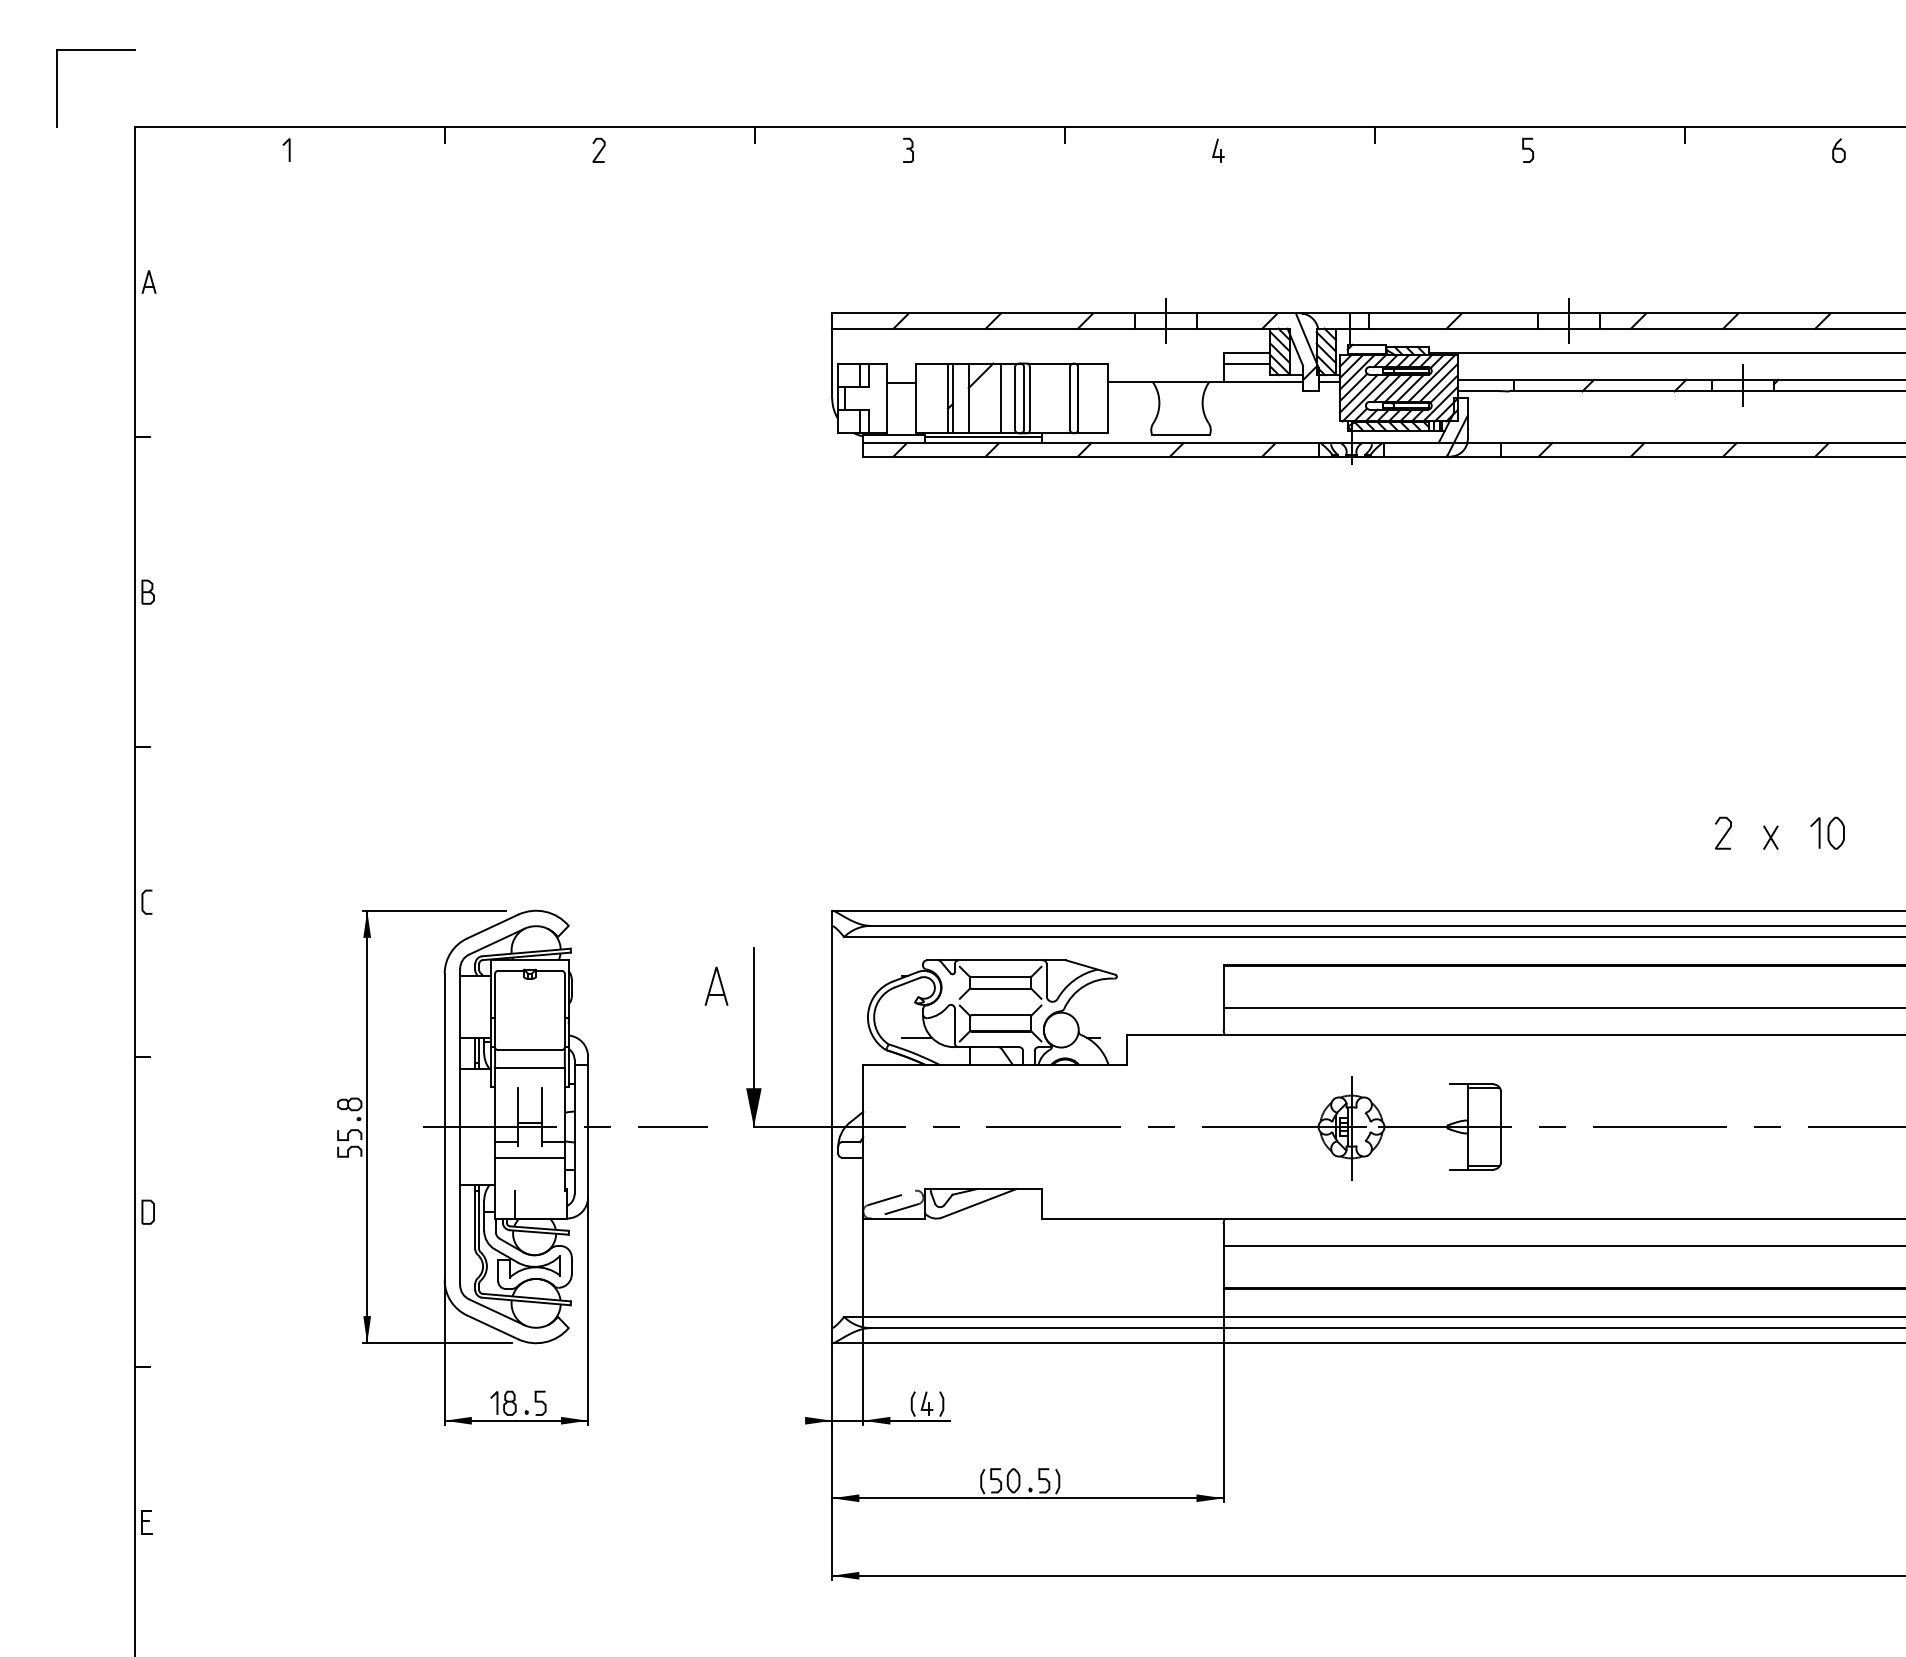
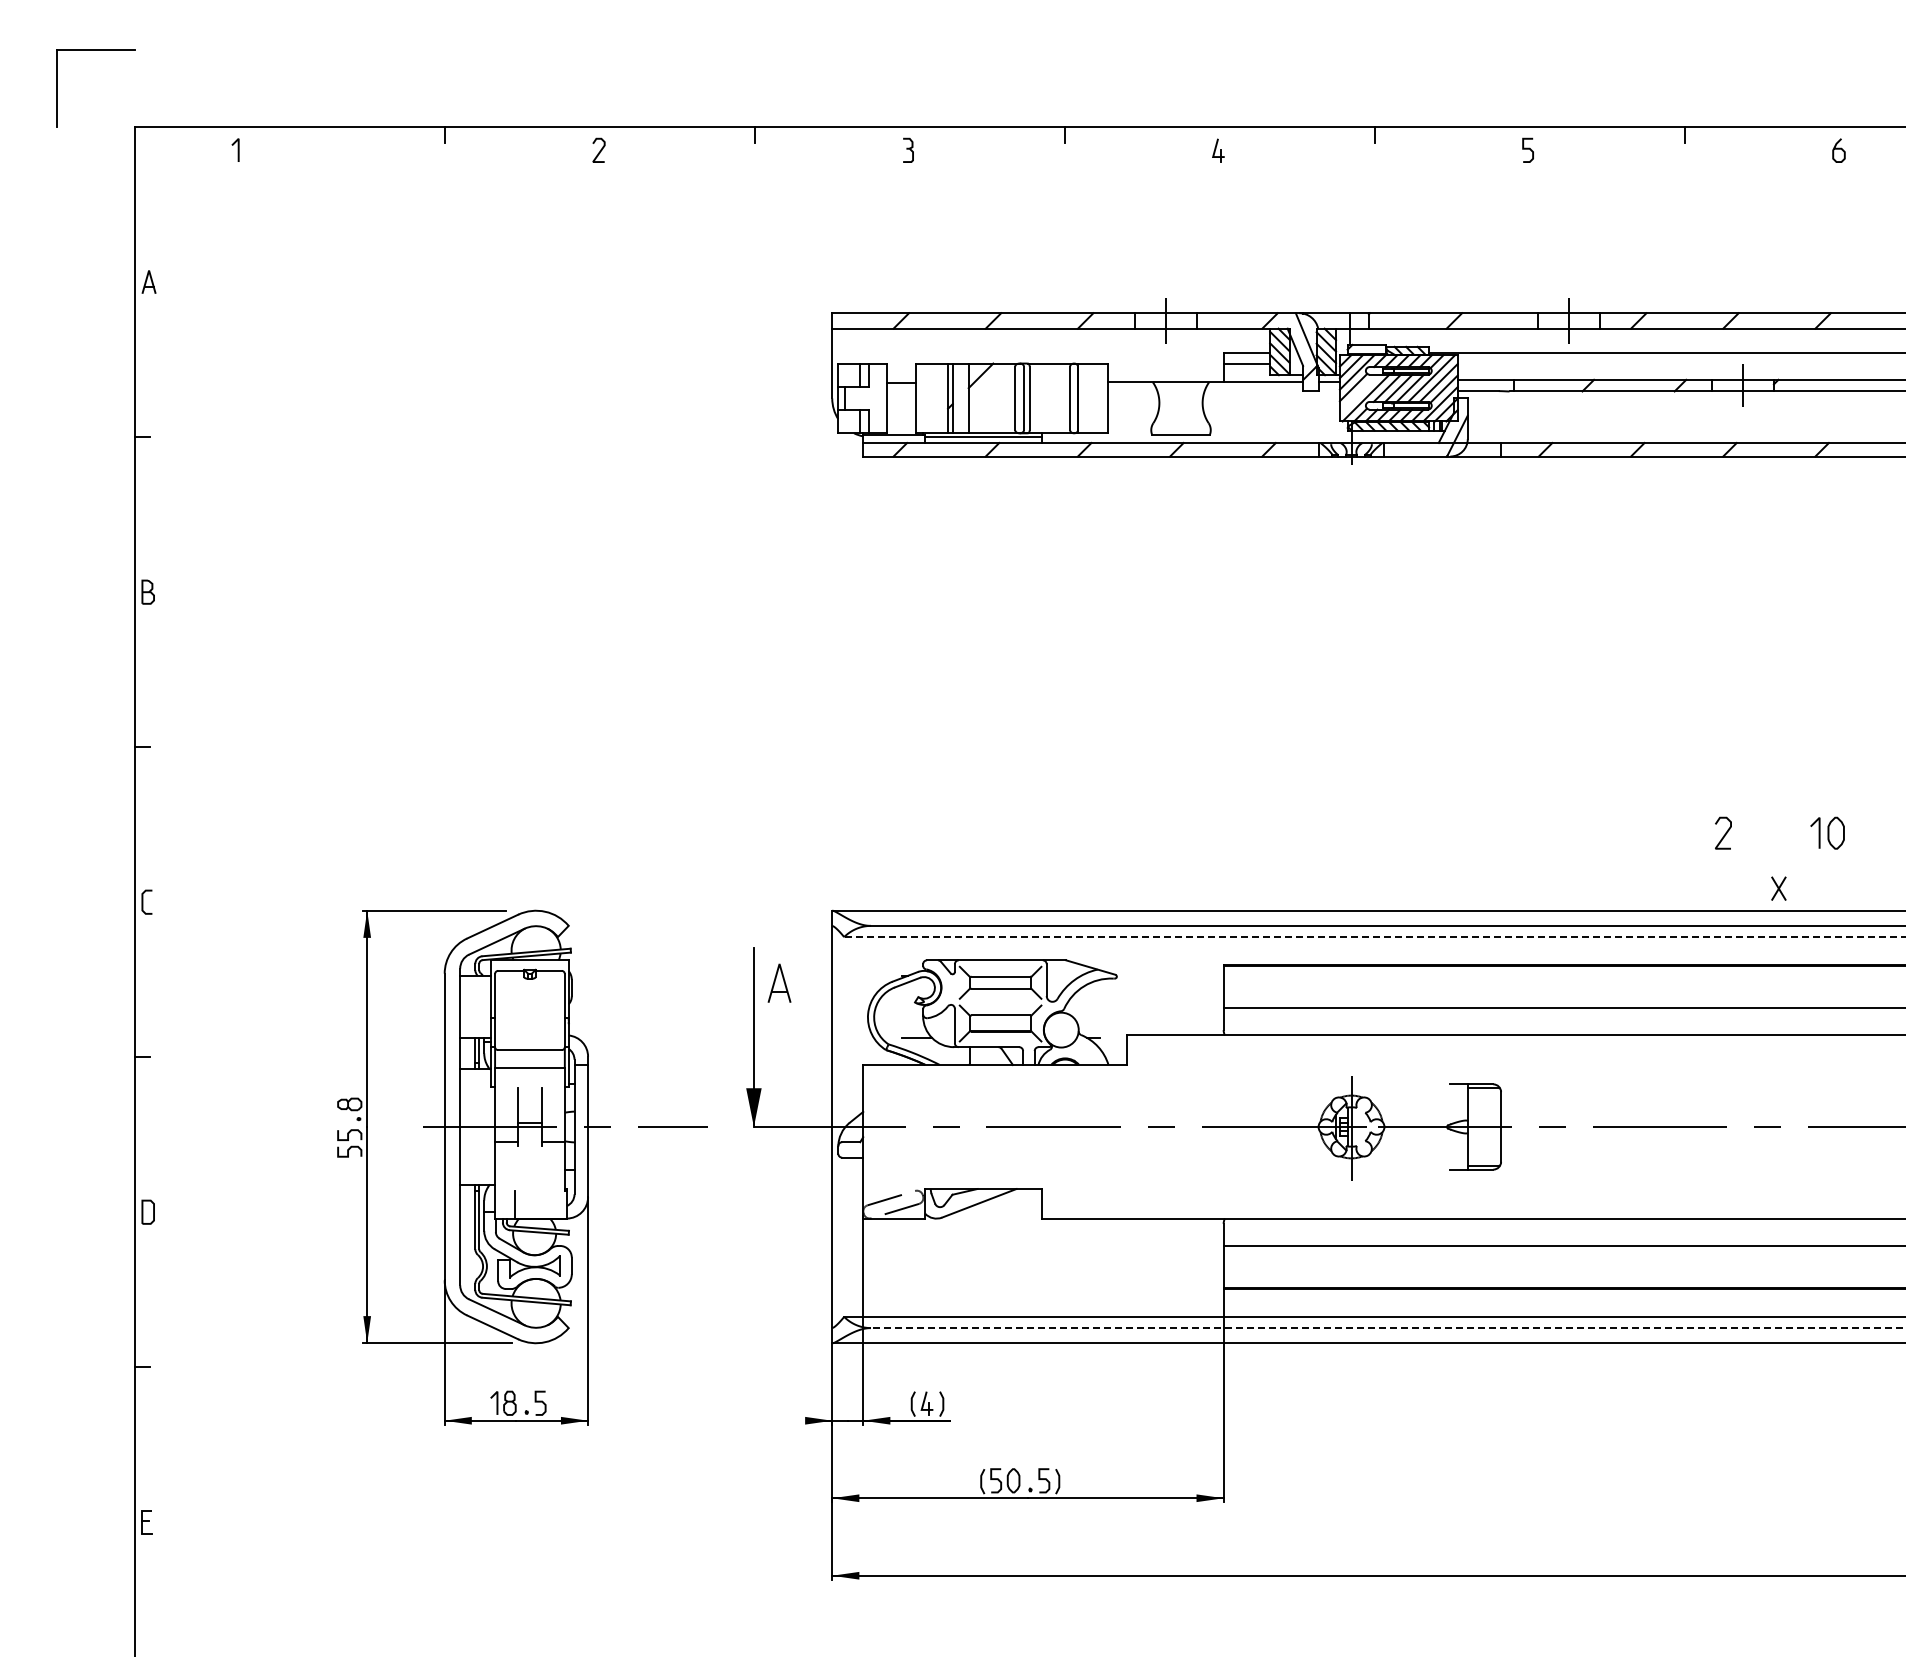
line at (288, 149) position: (288, 149) -> (237, 149)
line at (1358, 393): present -> none
line at (1001, 398): present -> none
part at (1770, 837) position: (1770, 837) -> (1778, 888)
line at (1375, 937): solid -> dashed
part at (716, 985) position: (716, 985) -> (779, 982)
line at (529, 1157): present -> none
line at (1387, 1328): solid -> dashed
